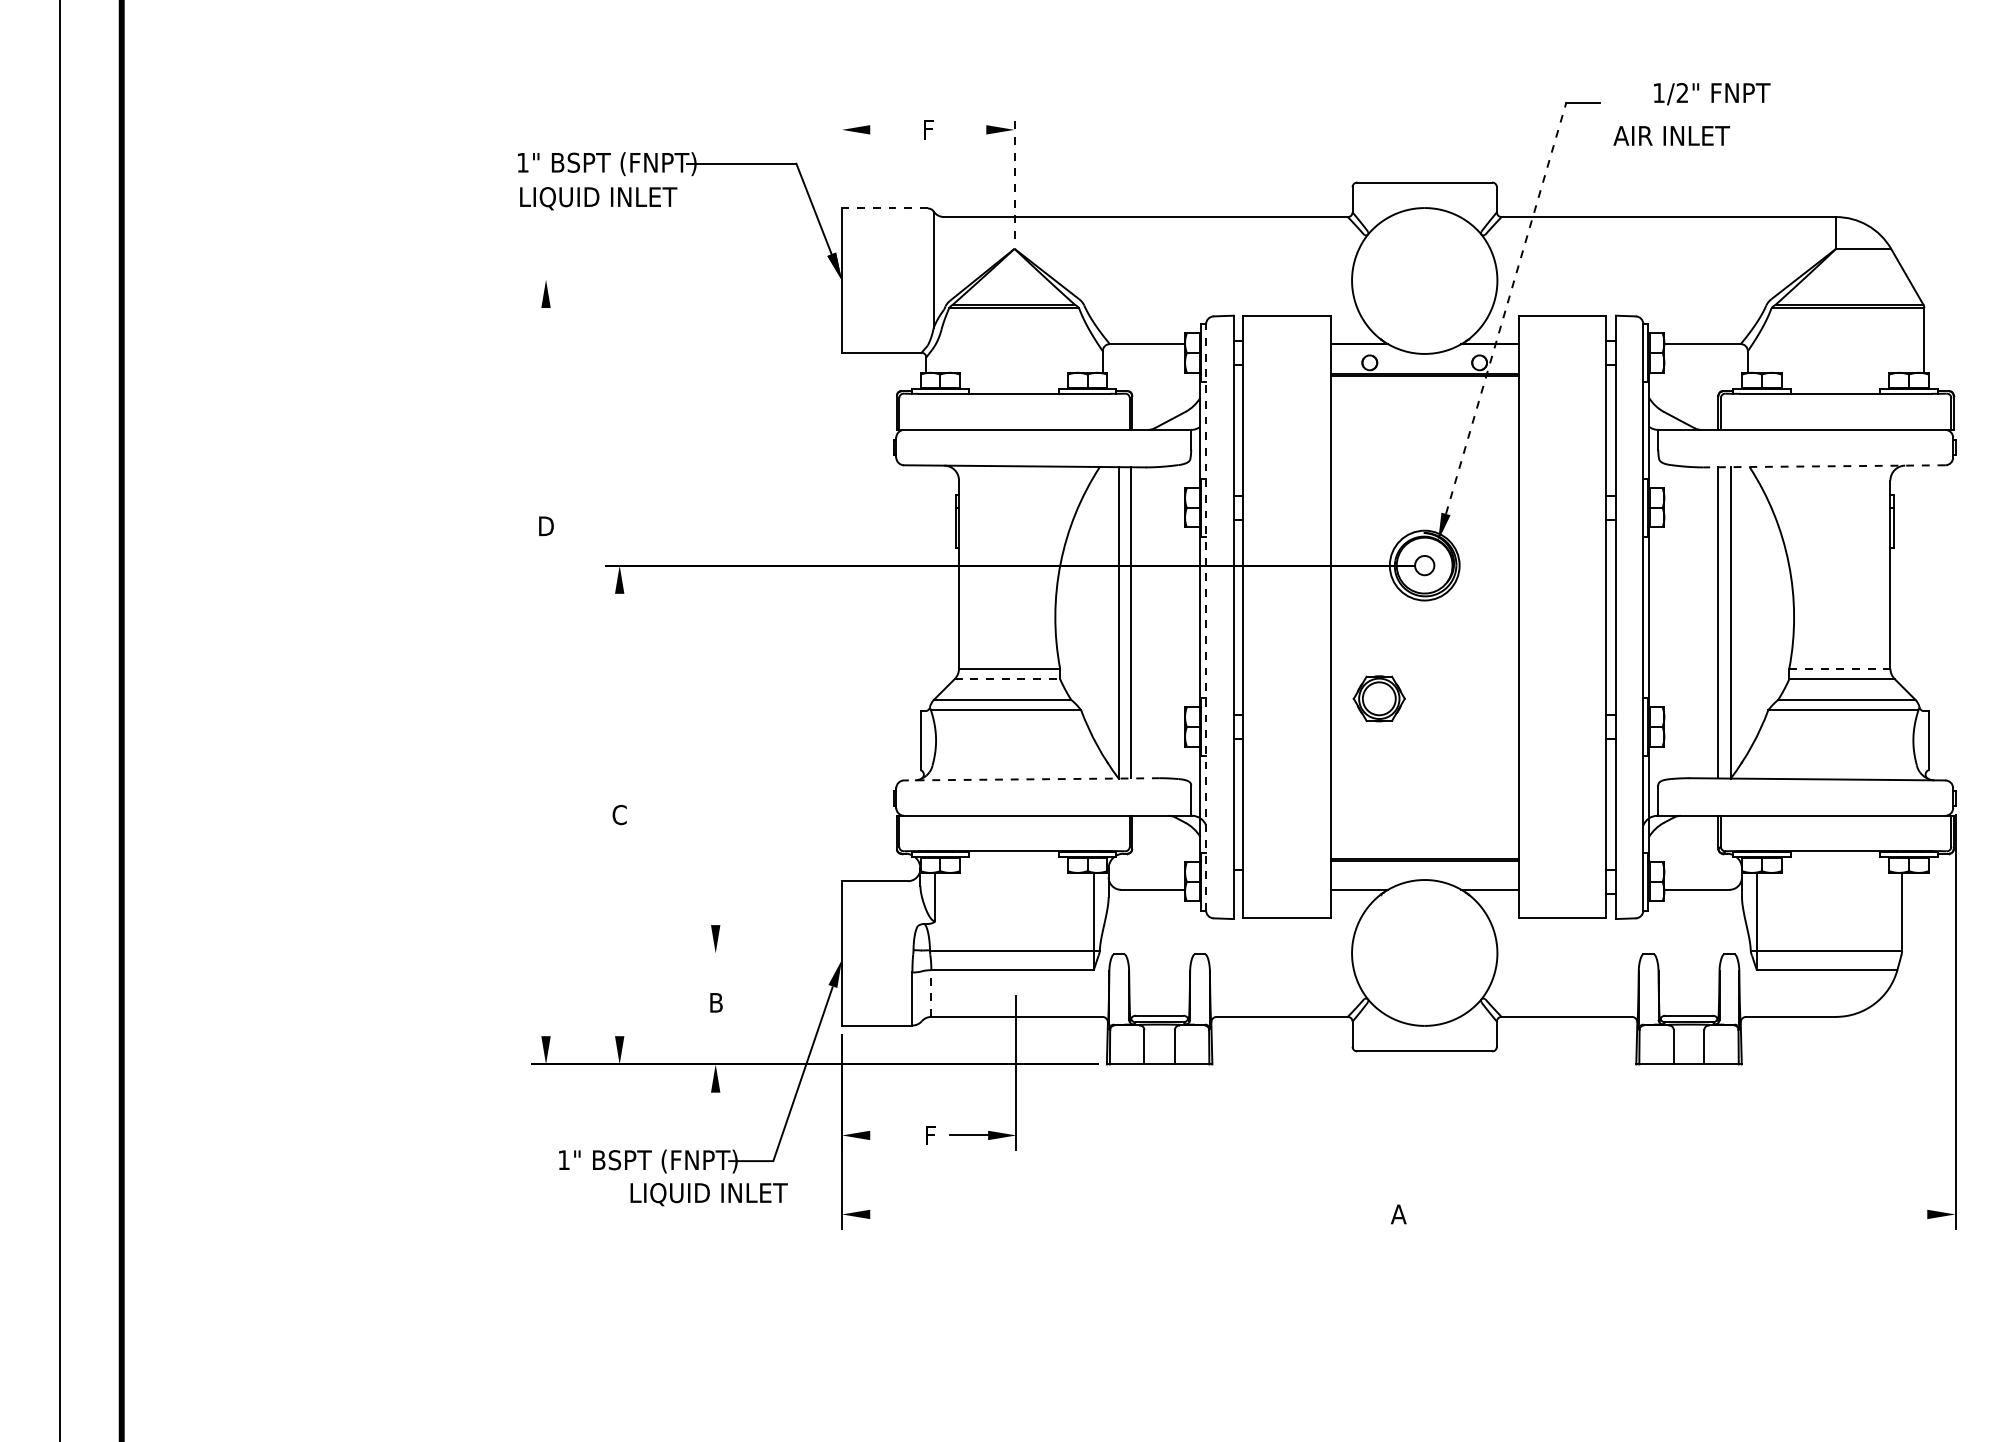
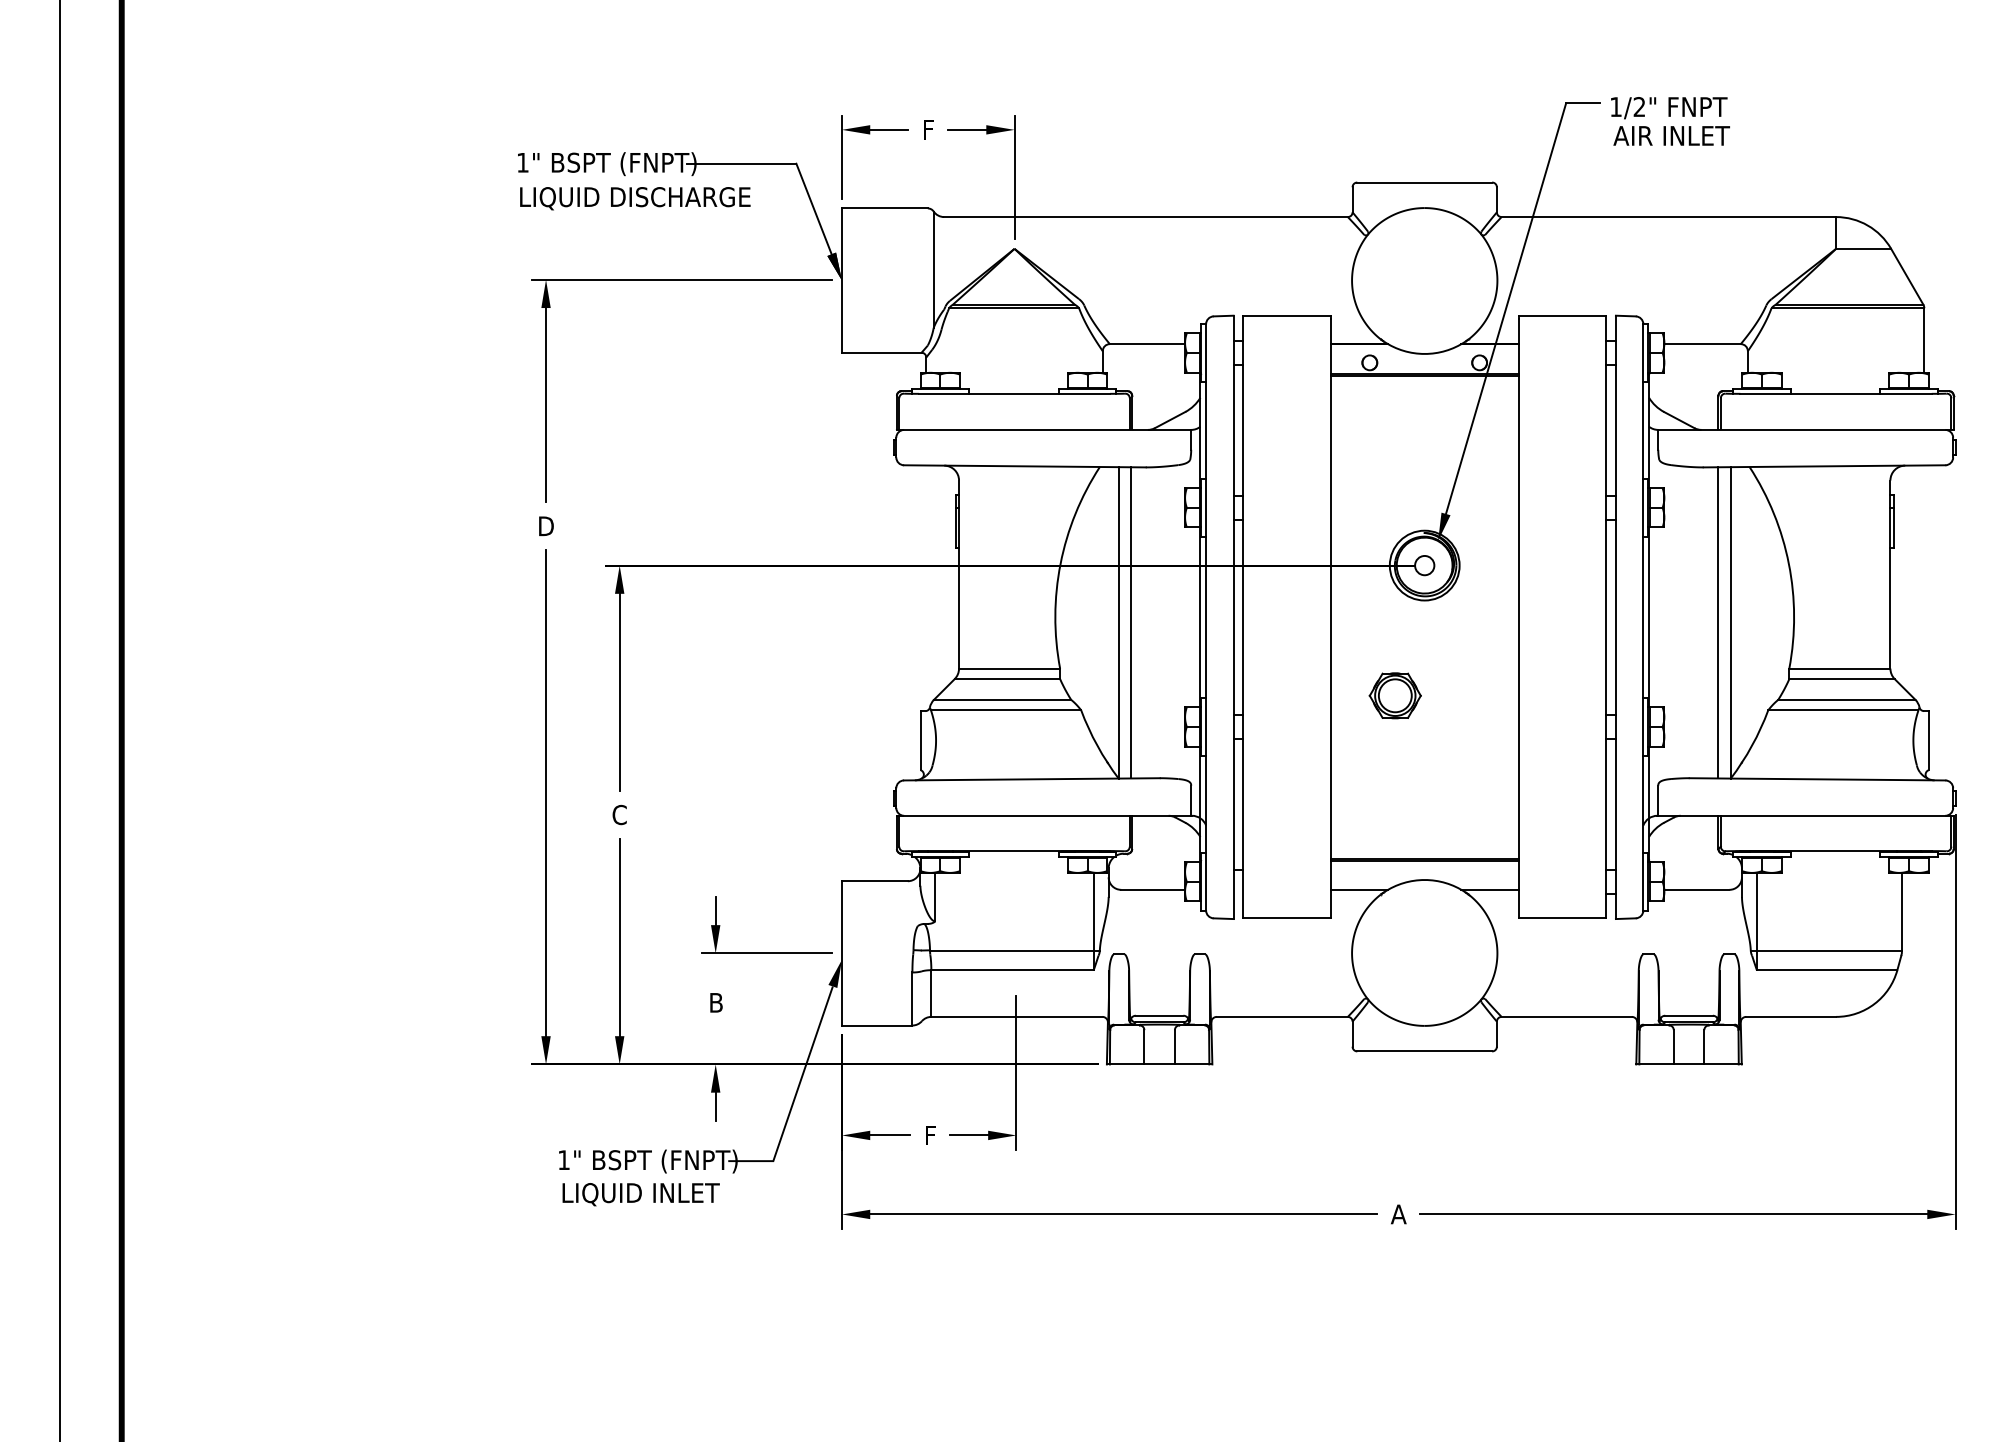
text at (1712, 94) position: (1712, 94) -> (1669, 108)
line at (888, 129): none -> present
line at (967, 129): none -> present
line at (841, 156): none -> present
line at (1014, 177): dashed -> solid
text at (681, 197): LIQUID INLET -> LIQUID DISCHARGE
line at (884, 208): dashed -> solid
line at (681, 279): none -> present
line at (1506, 308): dashed -> solid
line at (546, 405): none -> present
line at (1824, 466): dashed -> solid
line at (1206, 616): dashed -> solid
line at (1839, 668): dashed -> solid
line at (1007, 679): dashed -> solid
line at (619, 692): none -> present
part at (1378, 698) position: (1378, 698) -> (1394, 695)
line at (1031, 779): dashed -> solid
line at (546, 793): none -> present
line at (715, 910): none -> present
line at (619, 937): none -> present
line at (766, 953): none -> present
line at (931, 993): dashed -> solid
line at (715, 1106): none -> present
line at (890, 1135): none -> present
text at (708, 1194) position: (708, 1194) -> (640, 1194)
line at (1123, 1214): none -> present
line at (1673, 1214): none -> present
